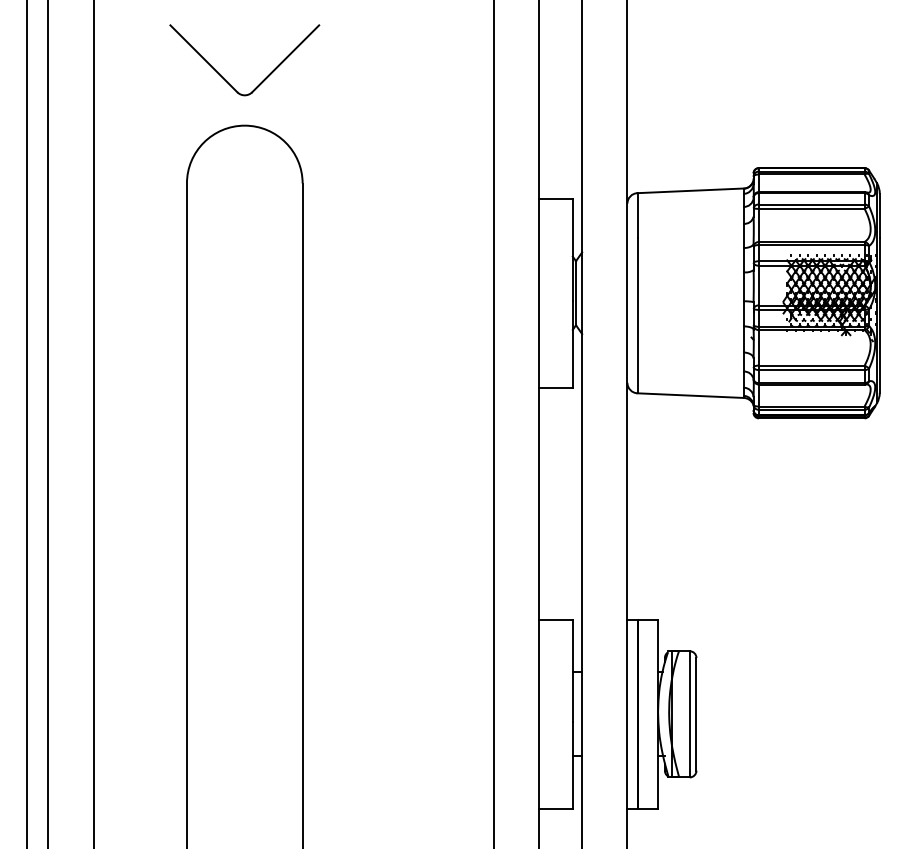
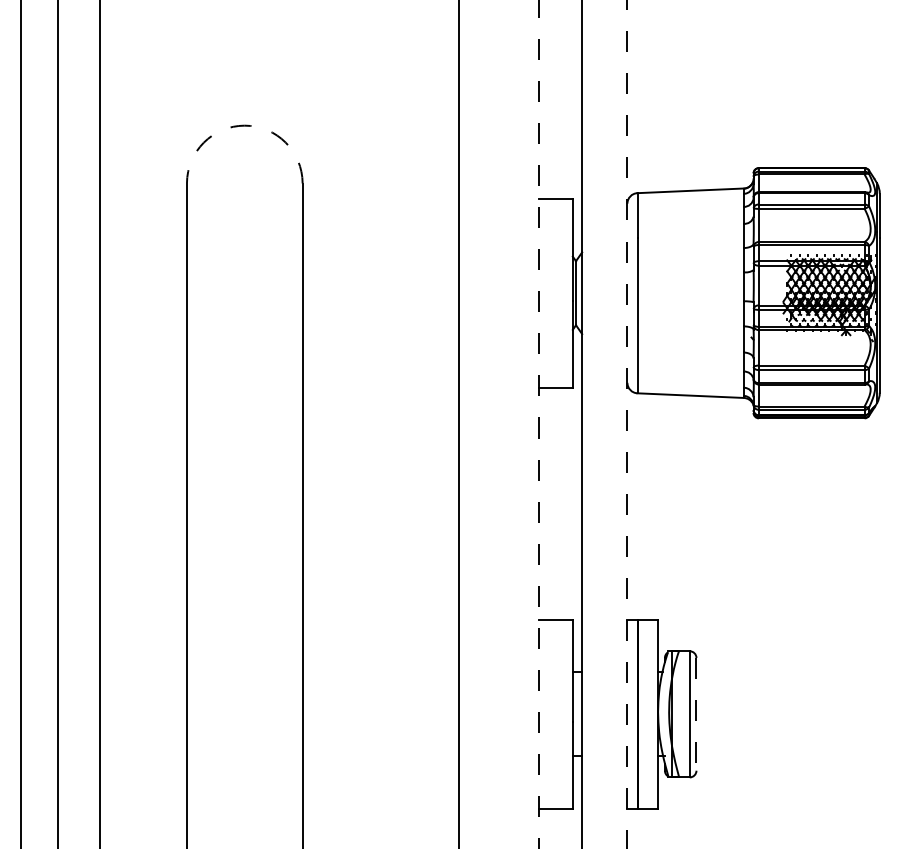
part at (225, 79): present -> none
arc at (244, 125): solid -> dashed
line at (27, 423) position: (27, 423) -> (21, 423)
line at (48, 423) position: (48, 423) -> (58, 423)
line at (93, 423) position: (93, 423) -> (99, 423)
line at (493, 423) position: (493, 423) -> (458, 423)
line at (539, 424): solid -> dashed
line at (627, 424): solid -> dashed
line at (696, 714): solid -> dashed
